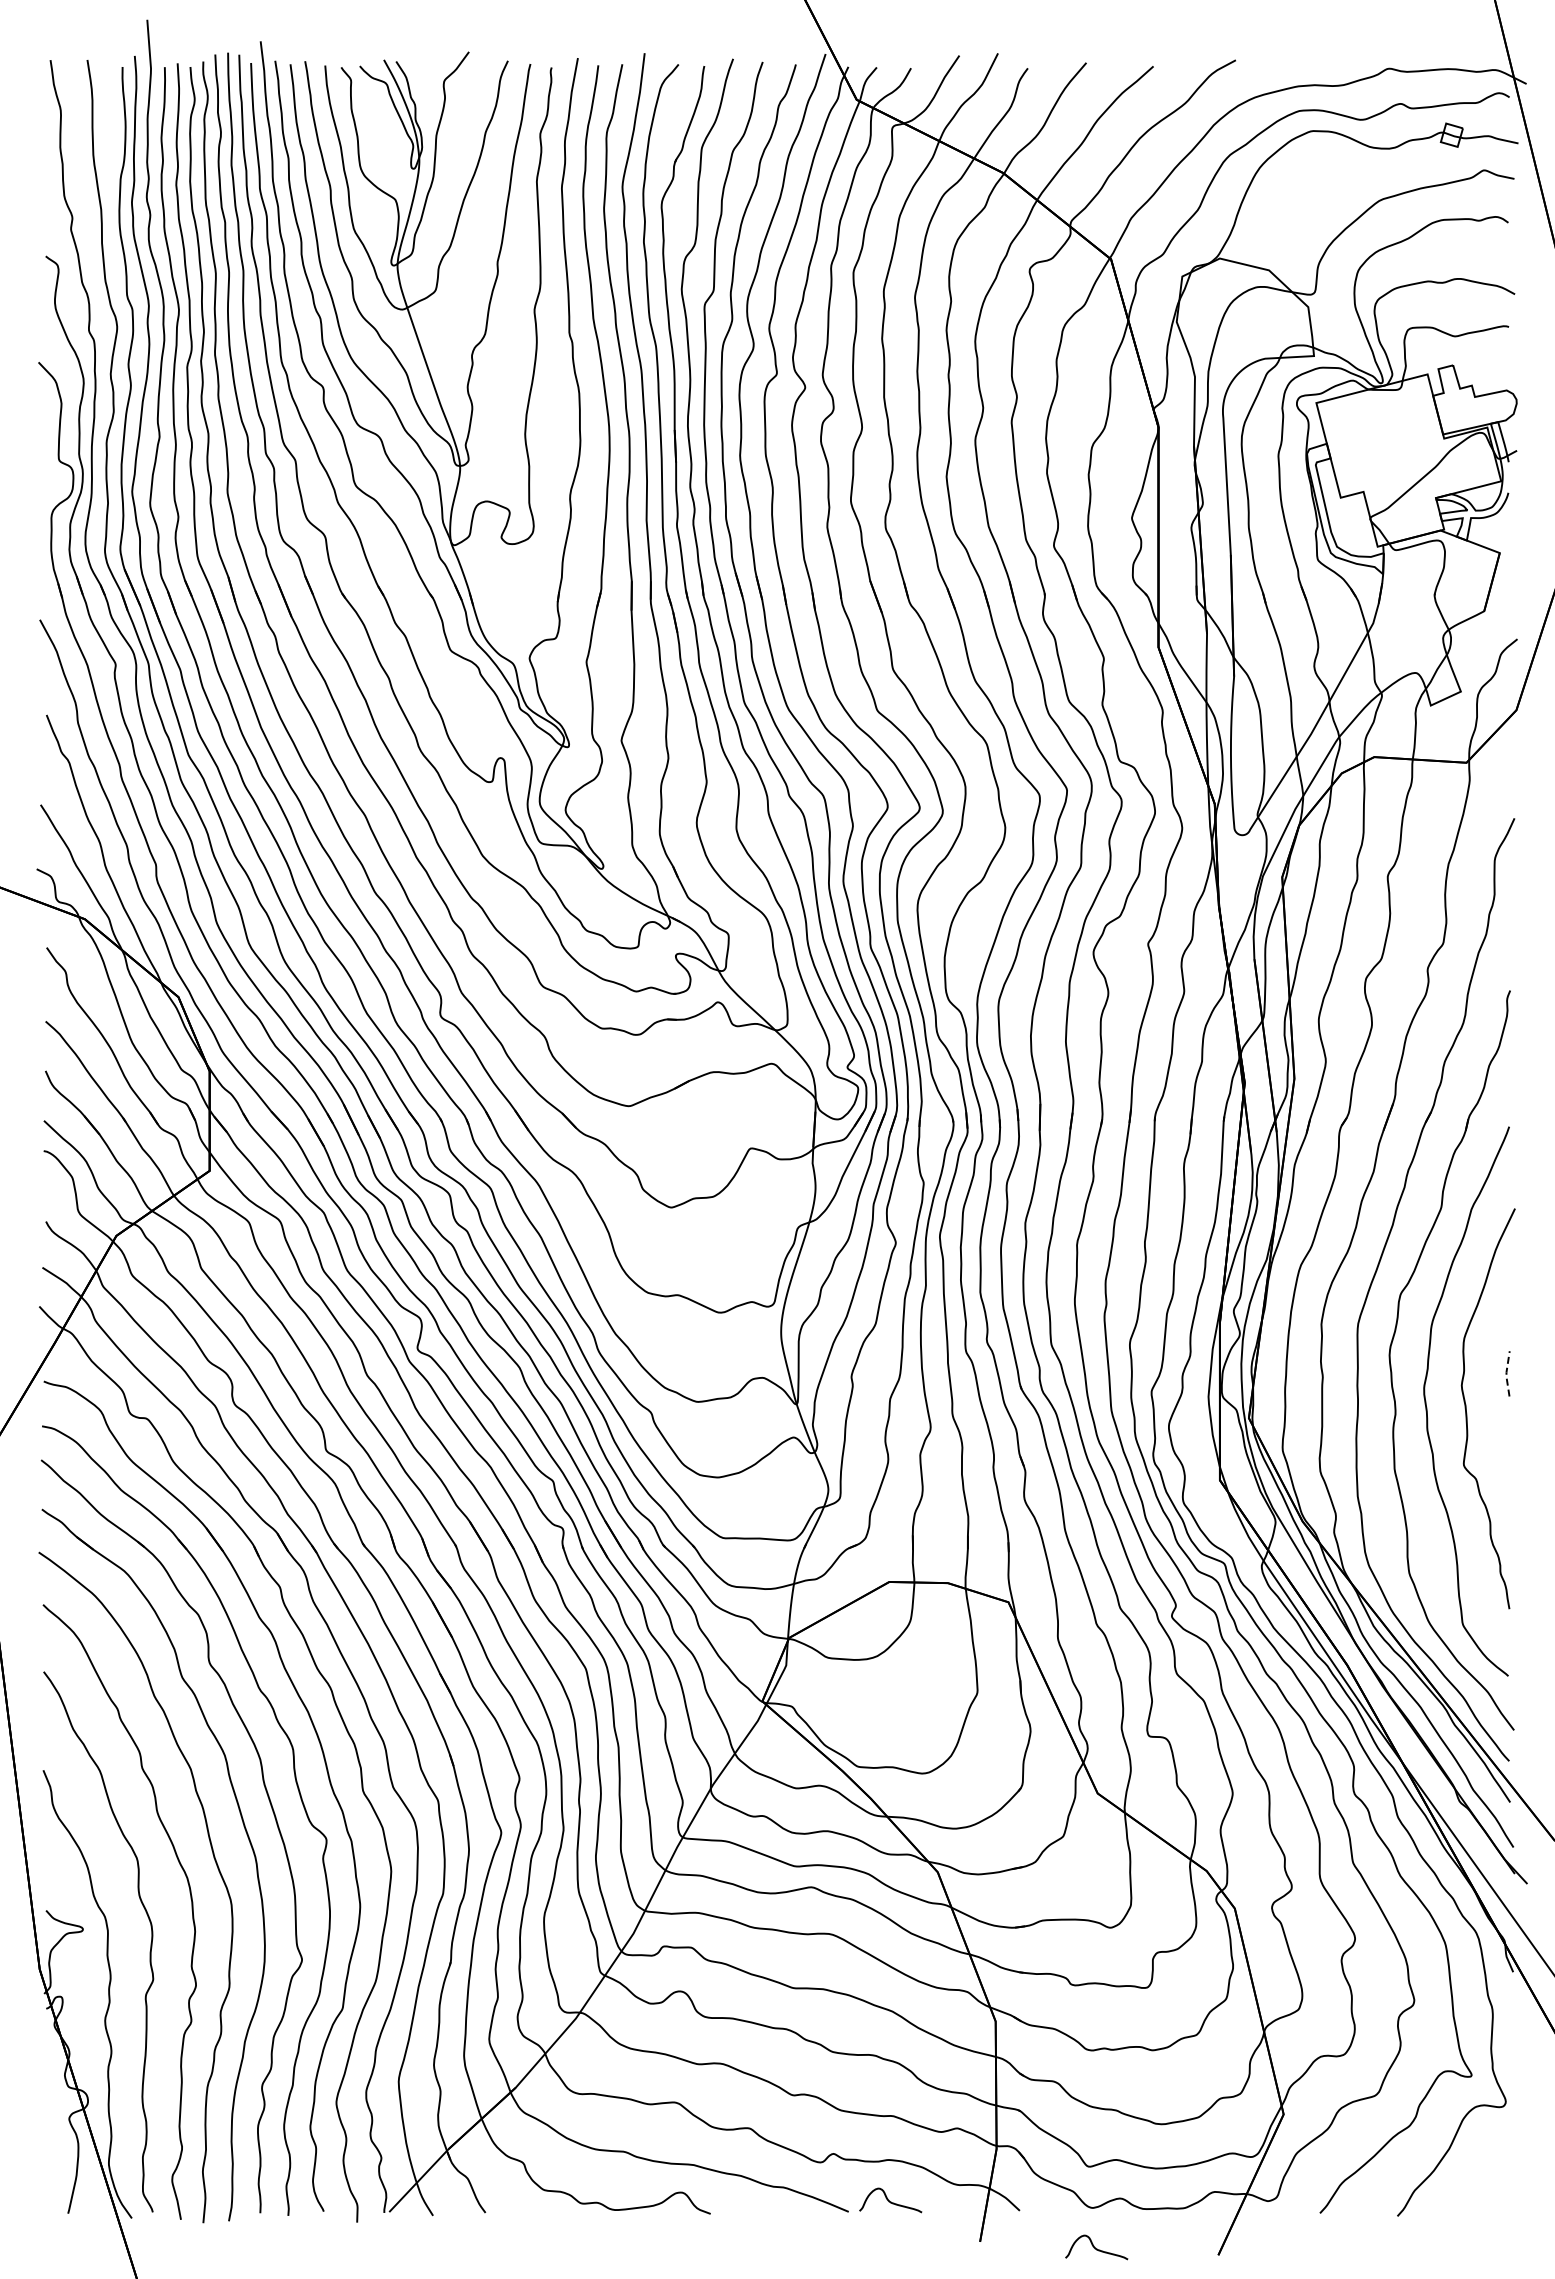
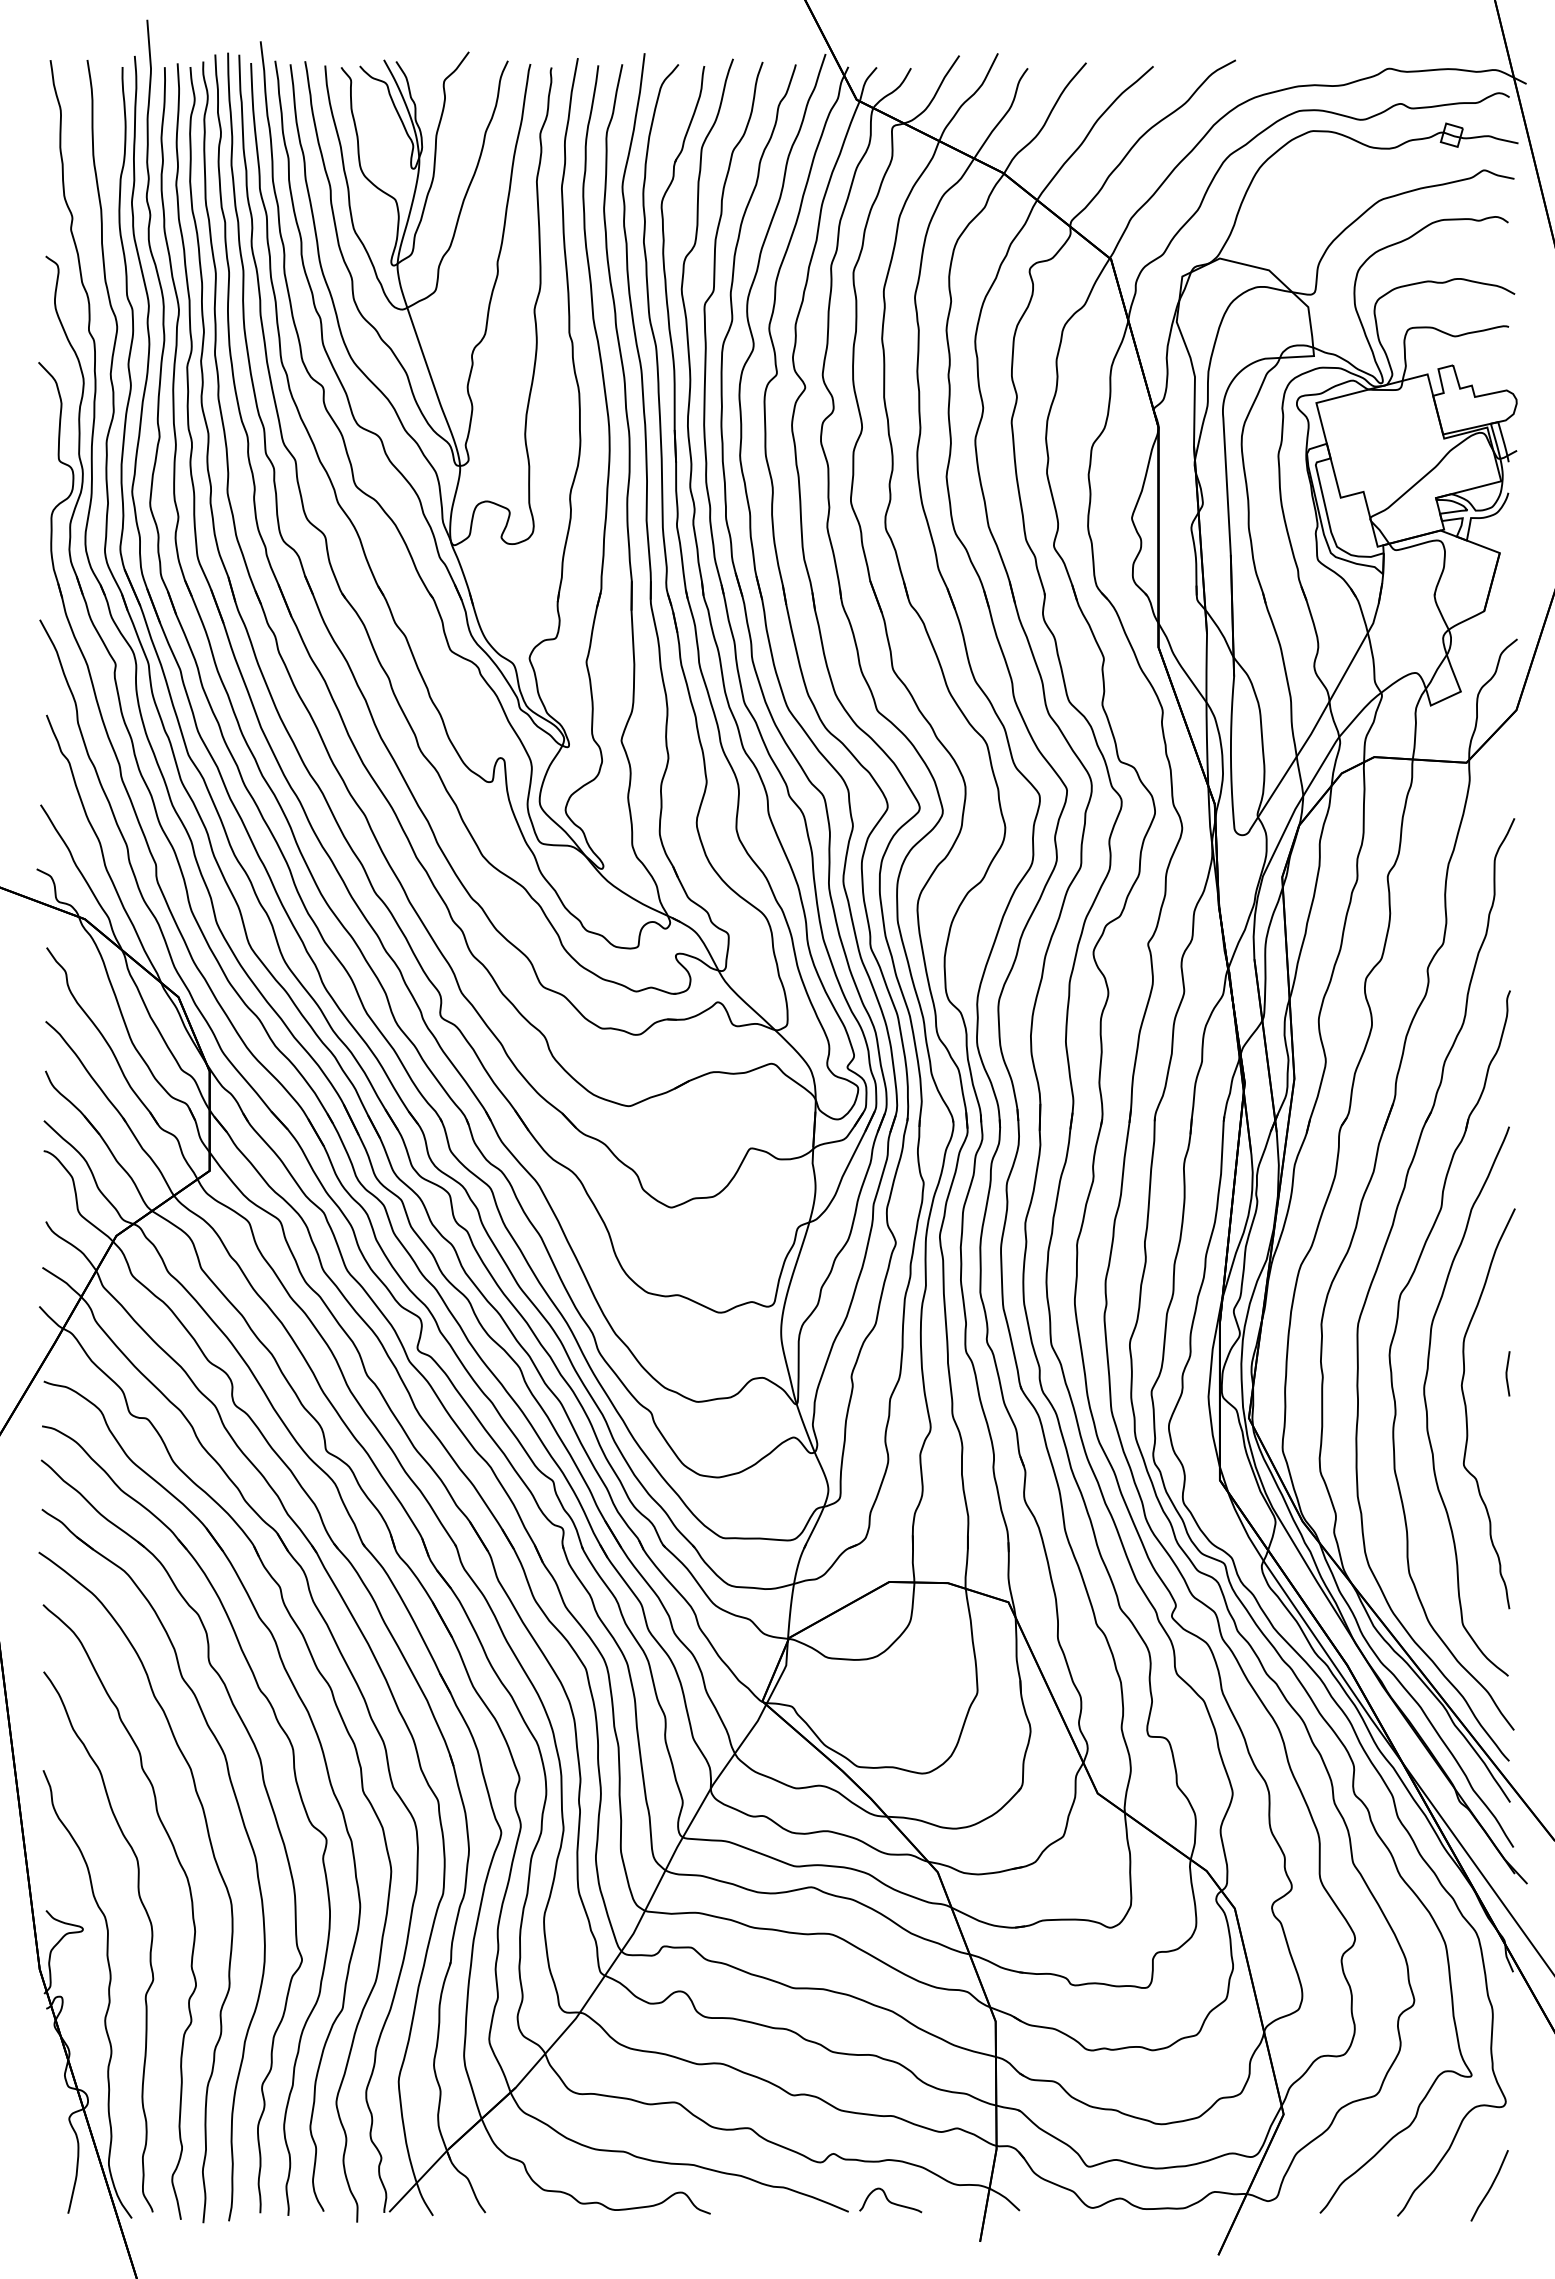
line at (1506, 1374): dashed -> solid
curve at (1490, 2185): none -> present
curve at (1095, 2247): present -> none
